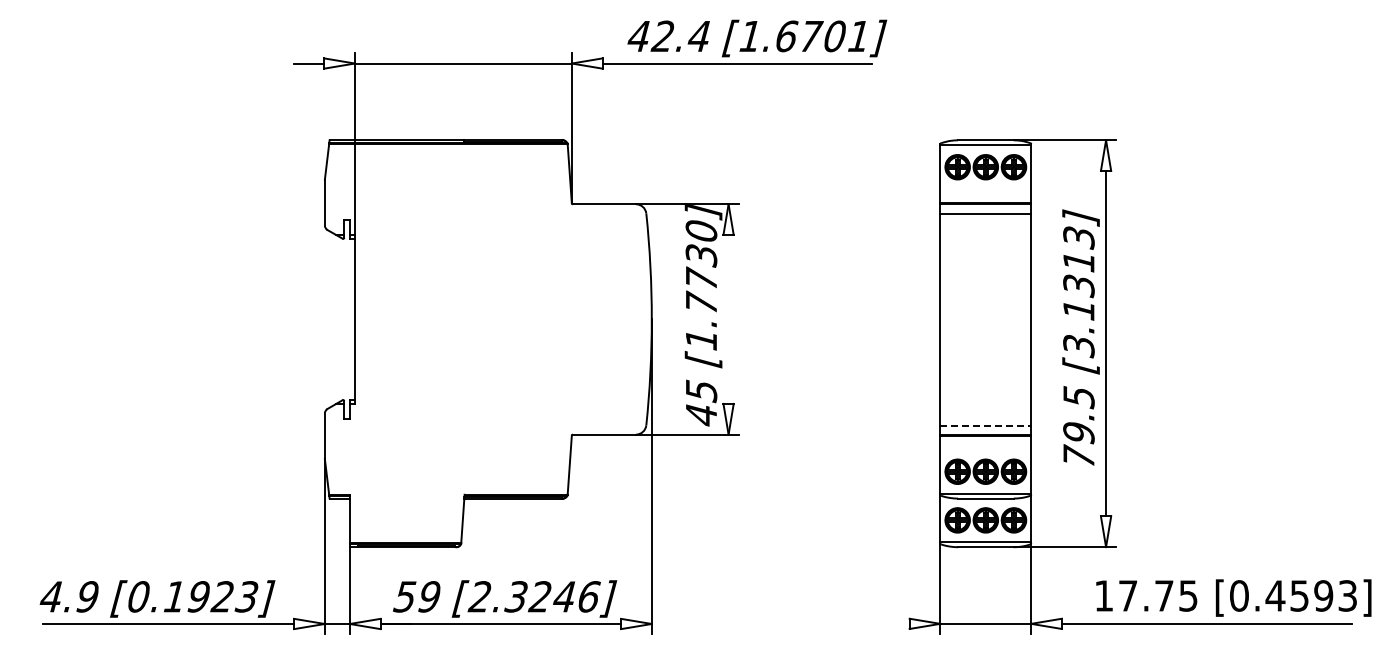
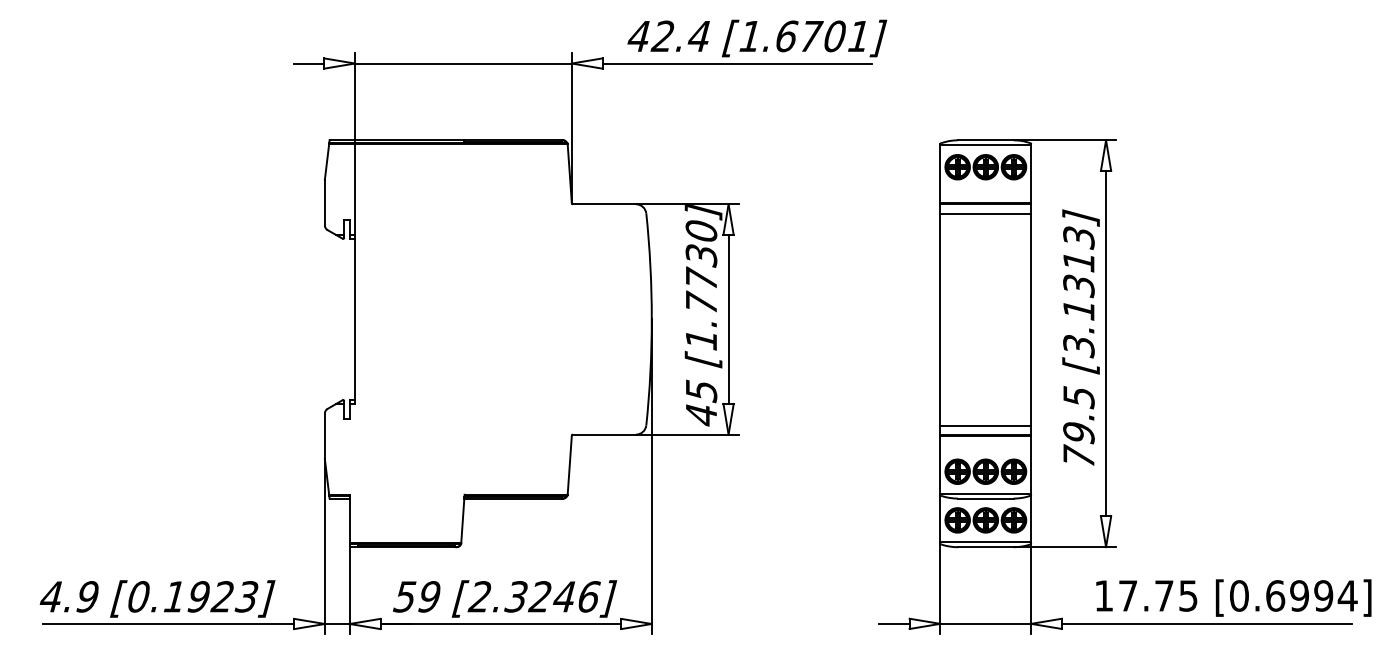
line at (728, 319): none -> present
line at (986, 425): dashed -> solid
text at (1311, 595): [0.4593] -> [0.6994]
line at (893, 623): none -> present
